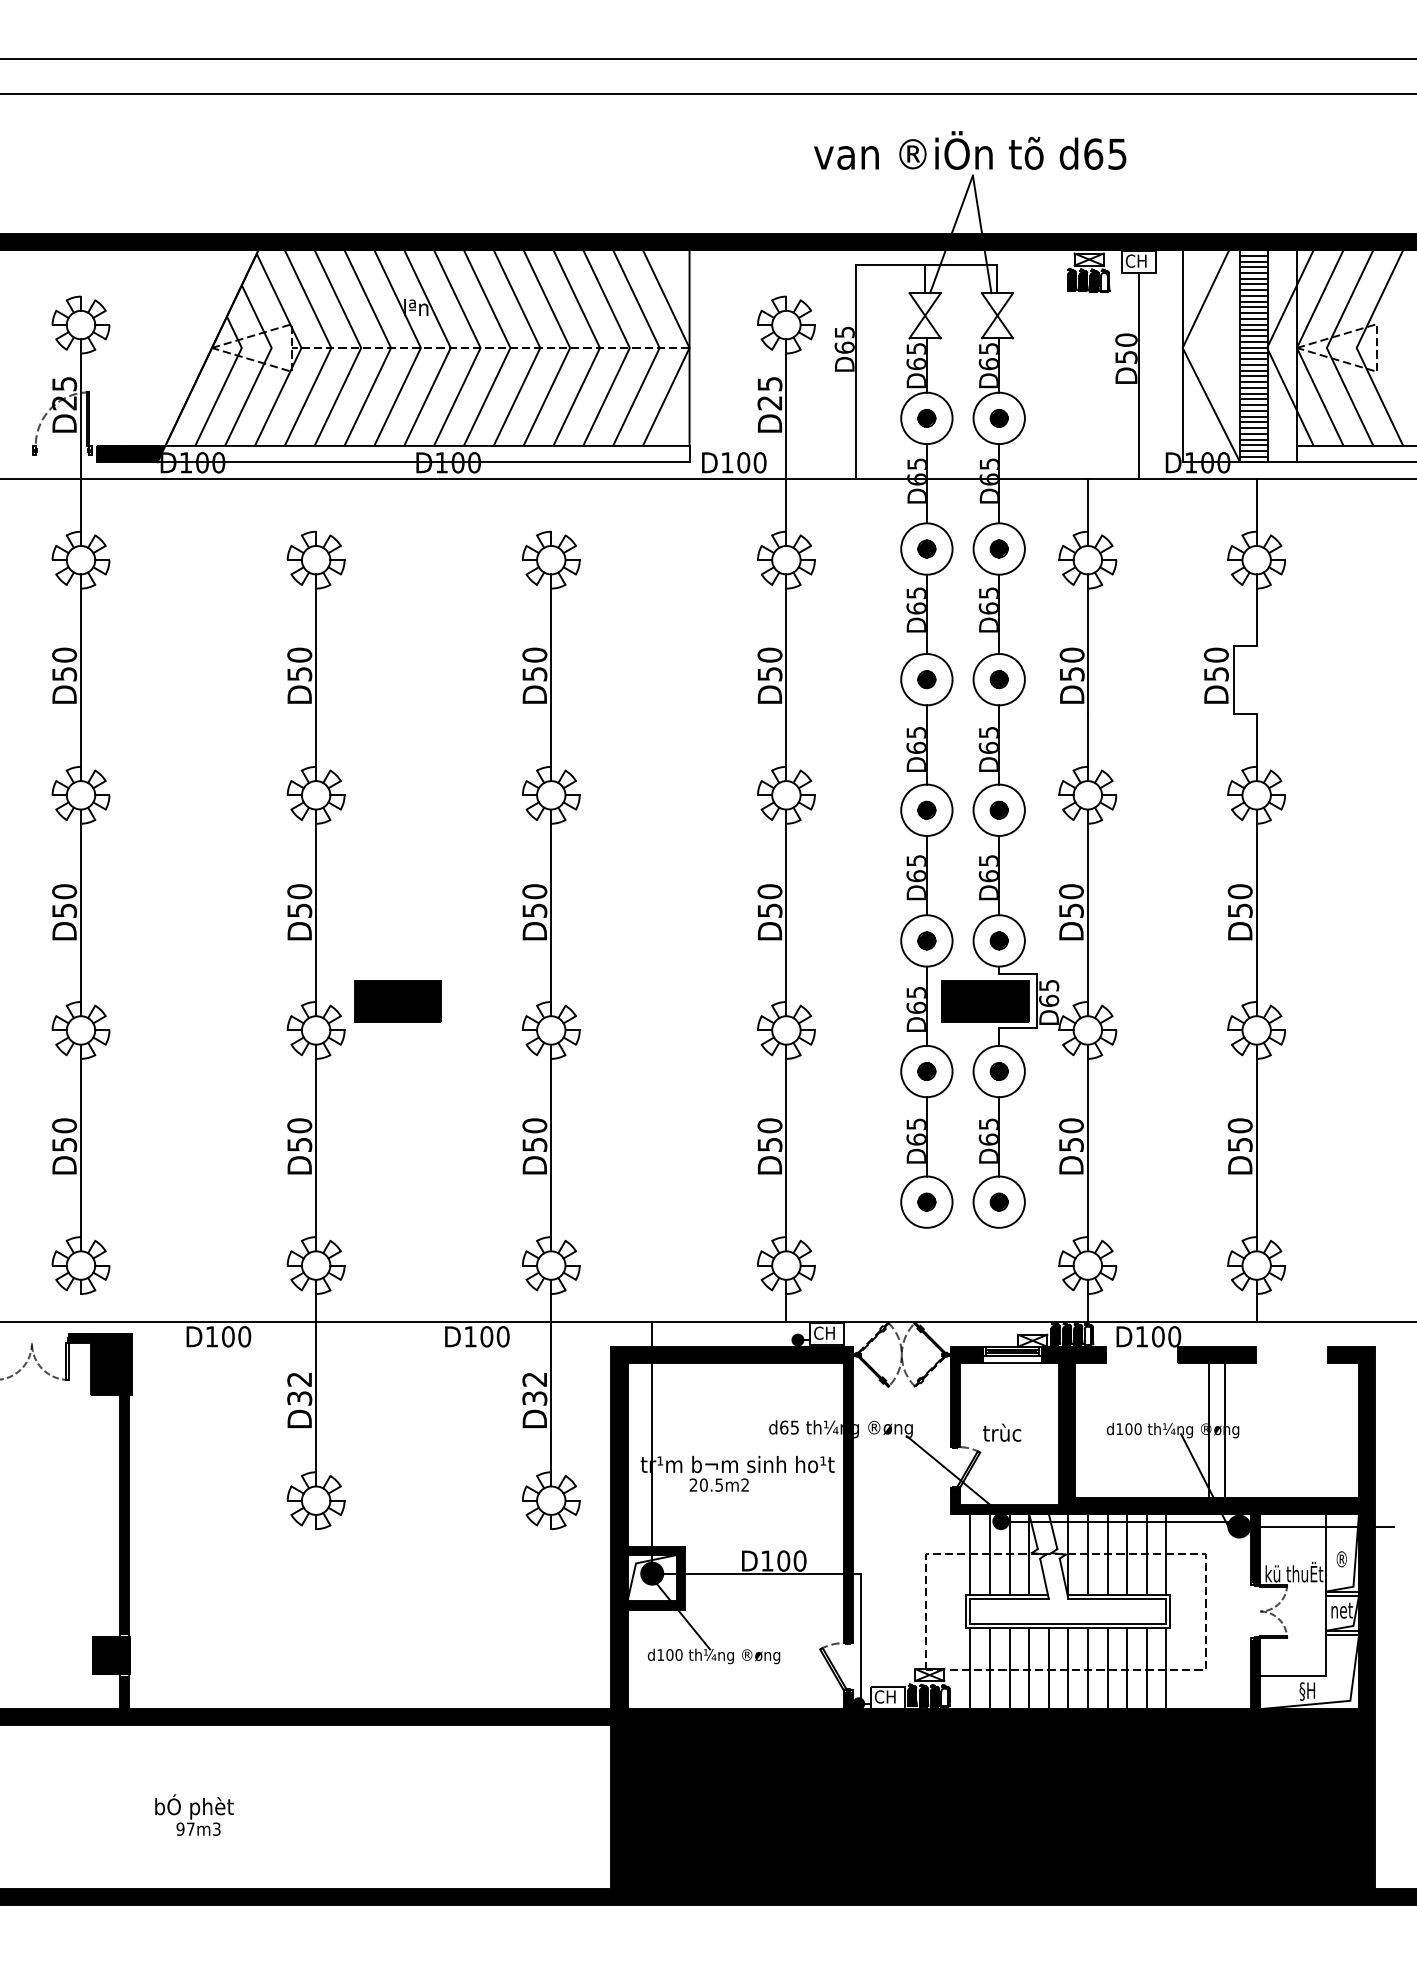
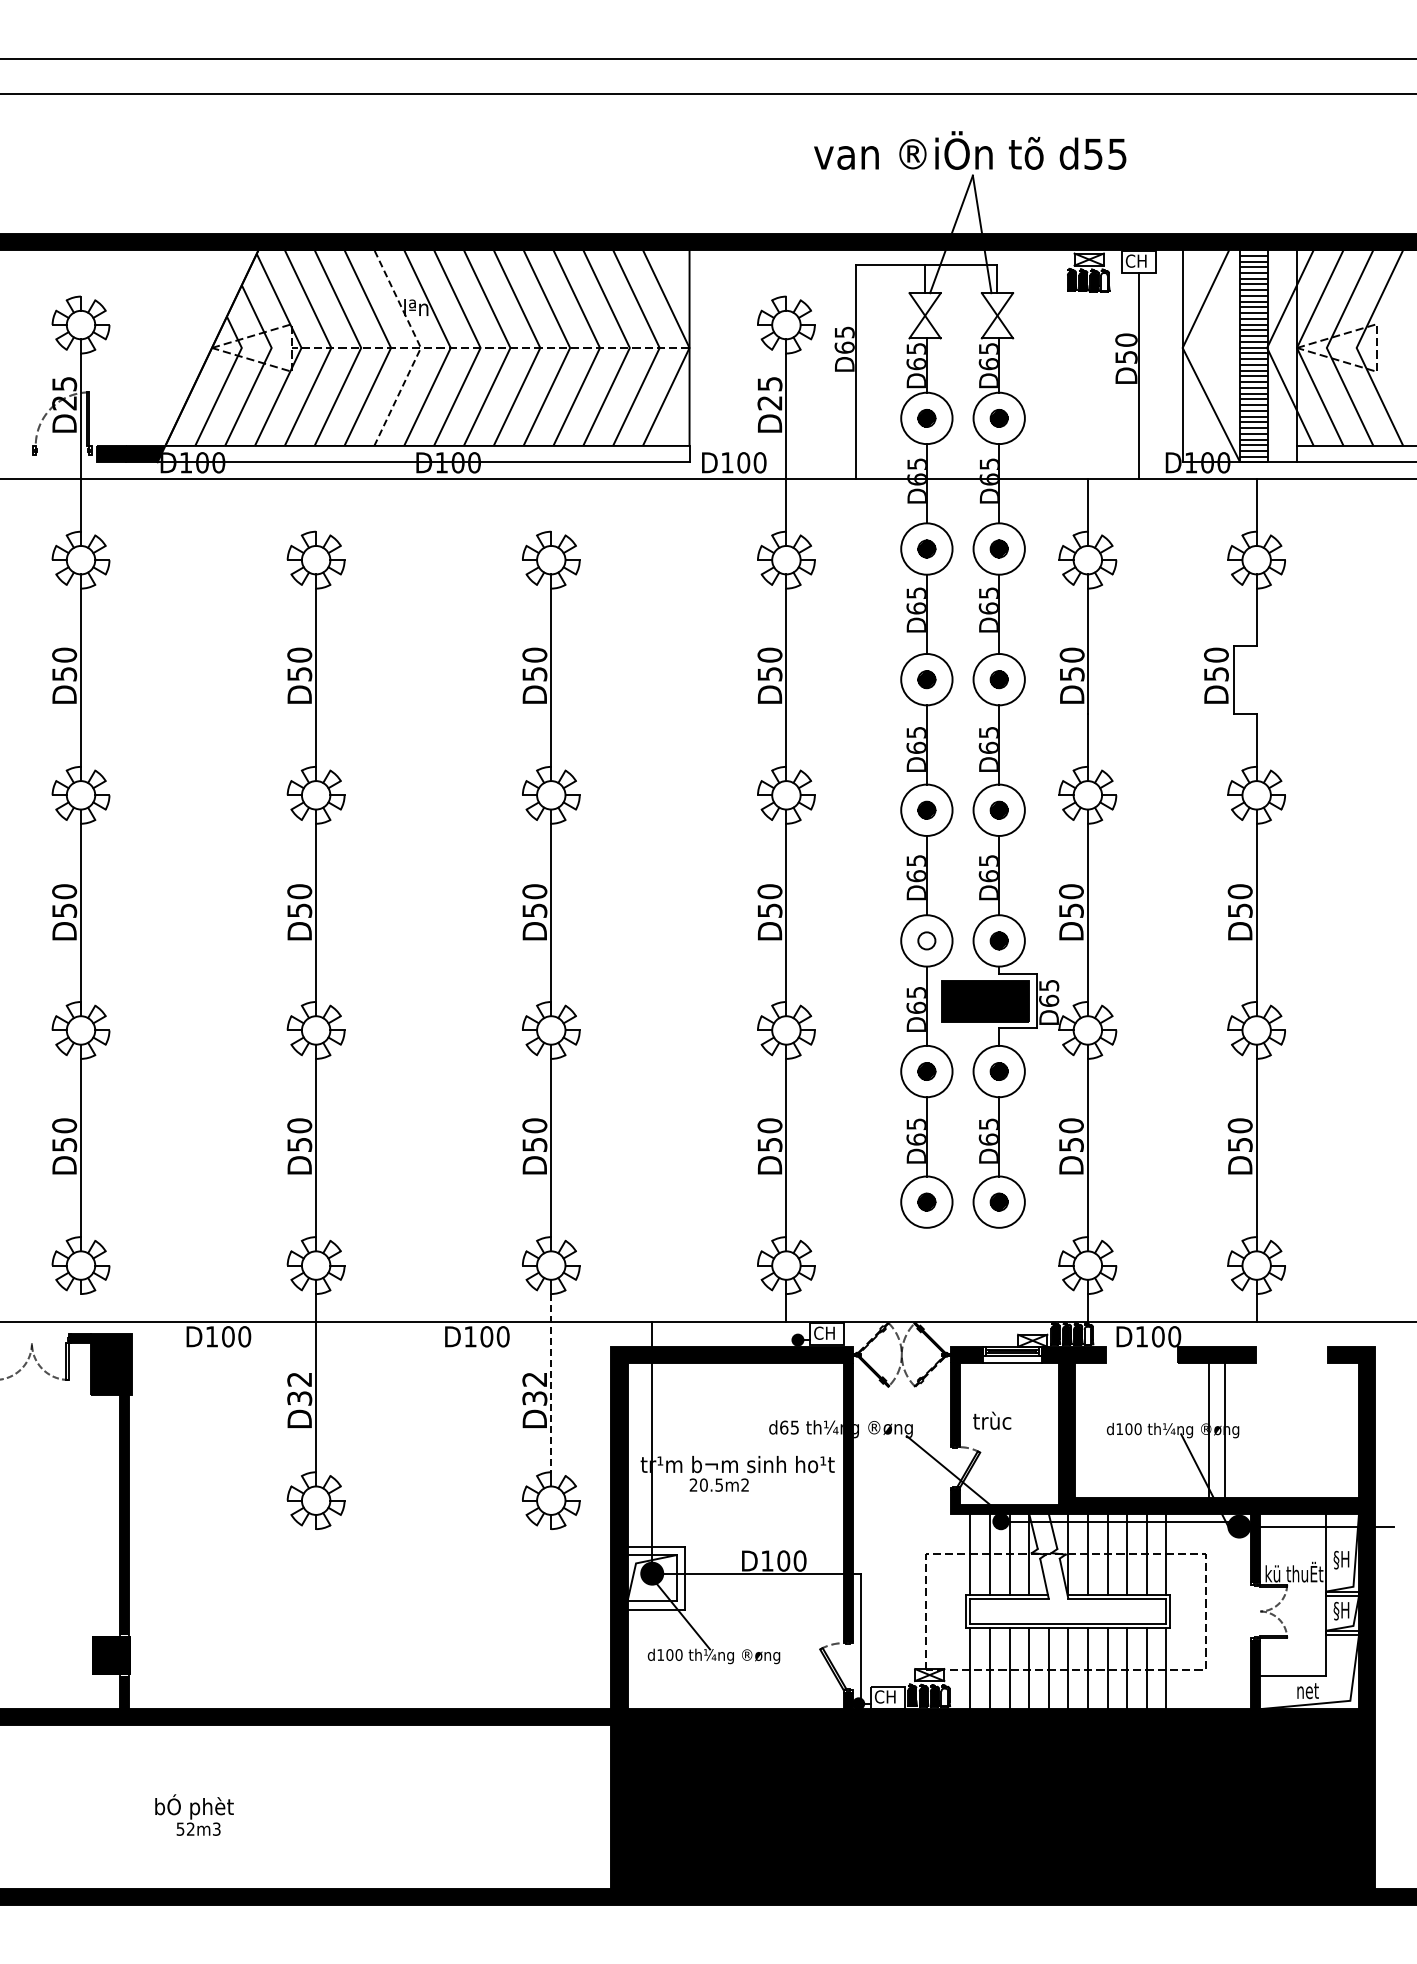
text at (1093, 153): d65 -> d55
line at (420, 347): solid -> dashed
hatch at (926, 940): present -> none
part at (397, 1001): present -> none
line at (551, 1383): solid -> dashed
text at (1002, 1432) position: (1002, 1432) -> (992, 1420)
text at (1341, 1559): ® -> §H
fill at (656, 1577): present -> none
text at (1341, 1610): net -> §H
text at (1307, 1691): §H -> net
text at (185, 1828): 97m3 -> 52m3
